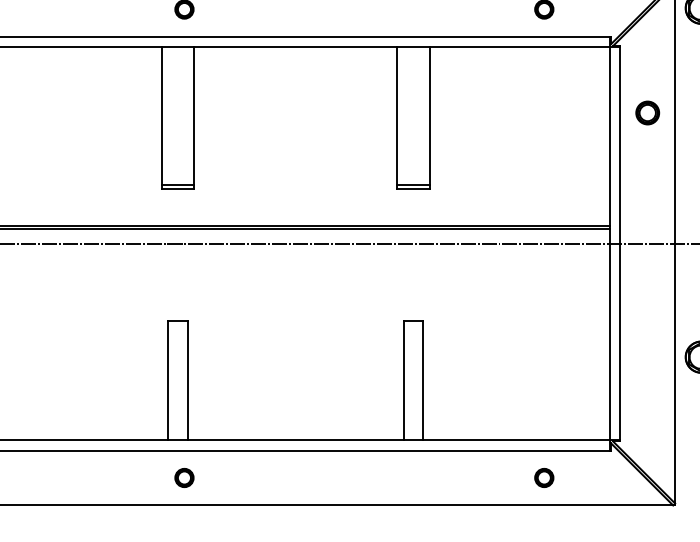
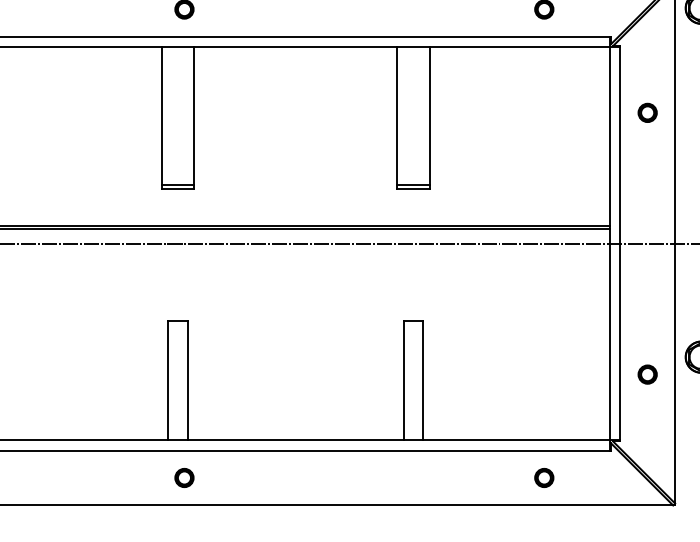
part at (647, 112) size: 26x26 px -> 21x21 px
part at (647, 374): none -> present
